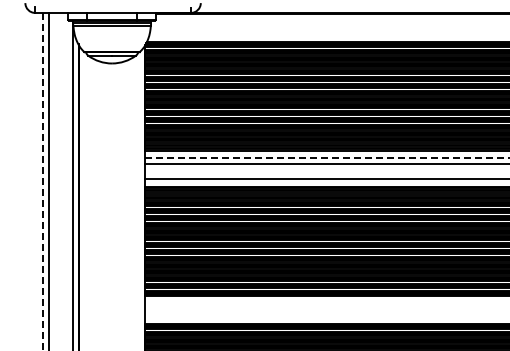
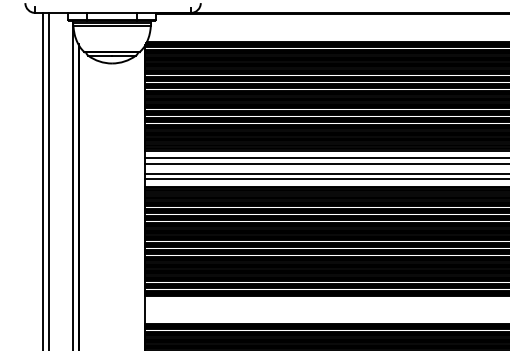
line at (327, 158): dashed -> solid
line at (325, 173): none -> present
line at (43, 181): dashed -> solid
